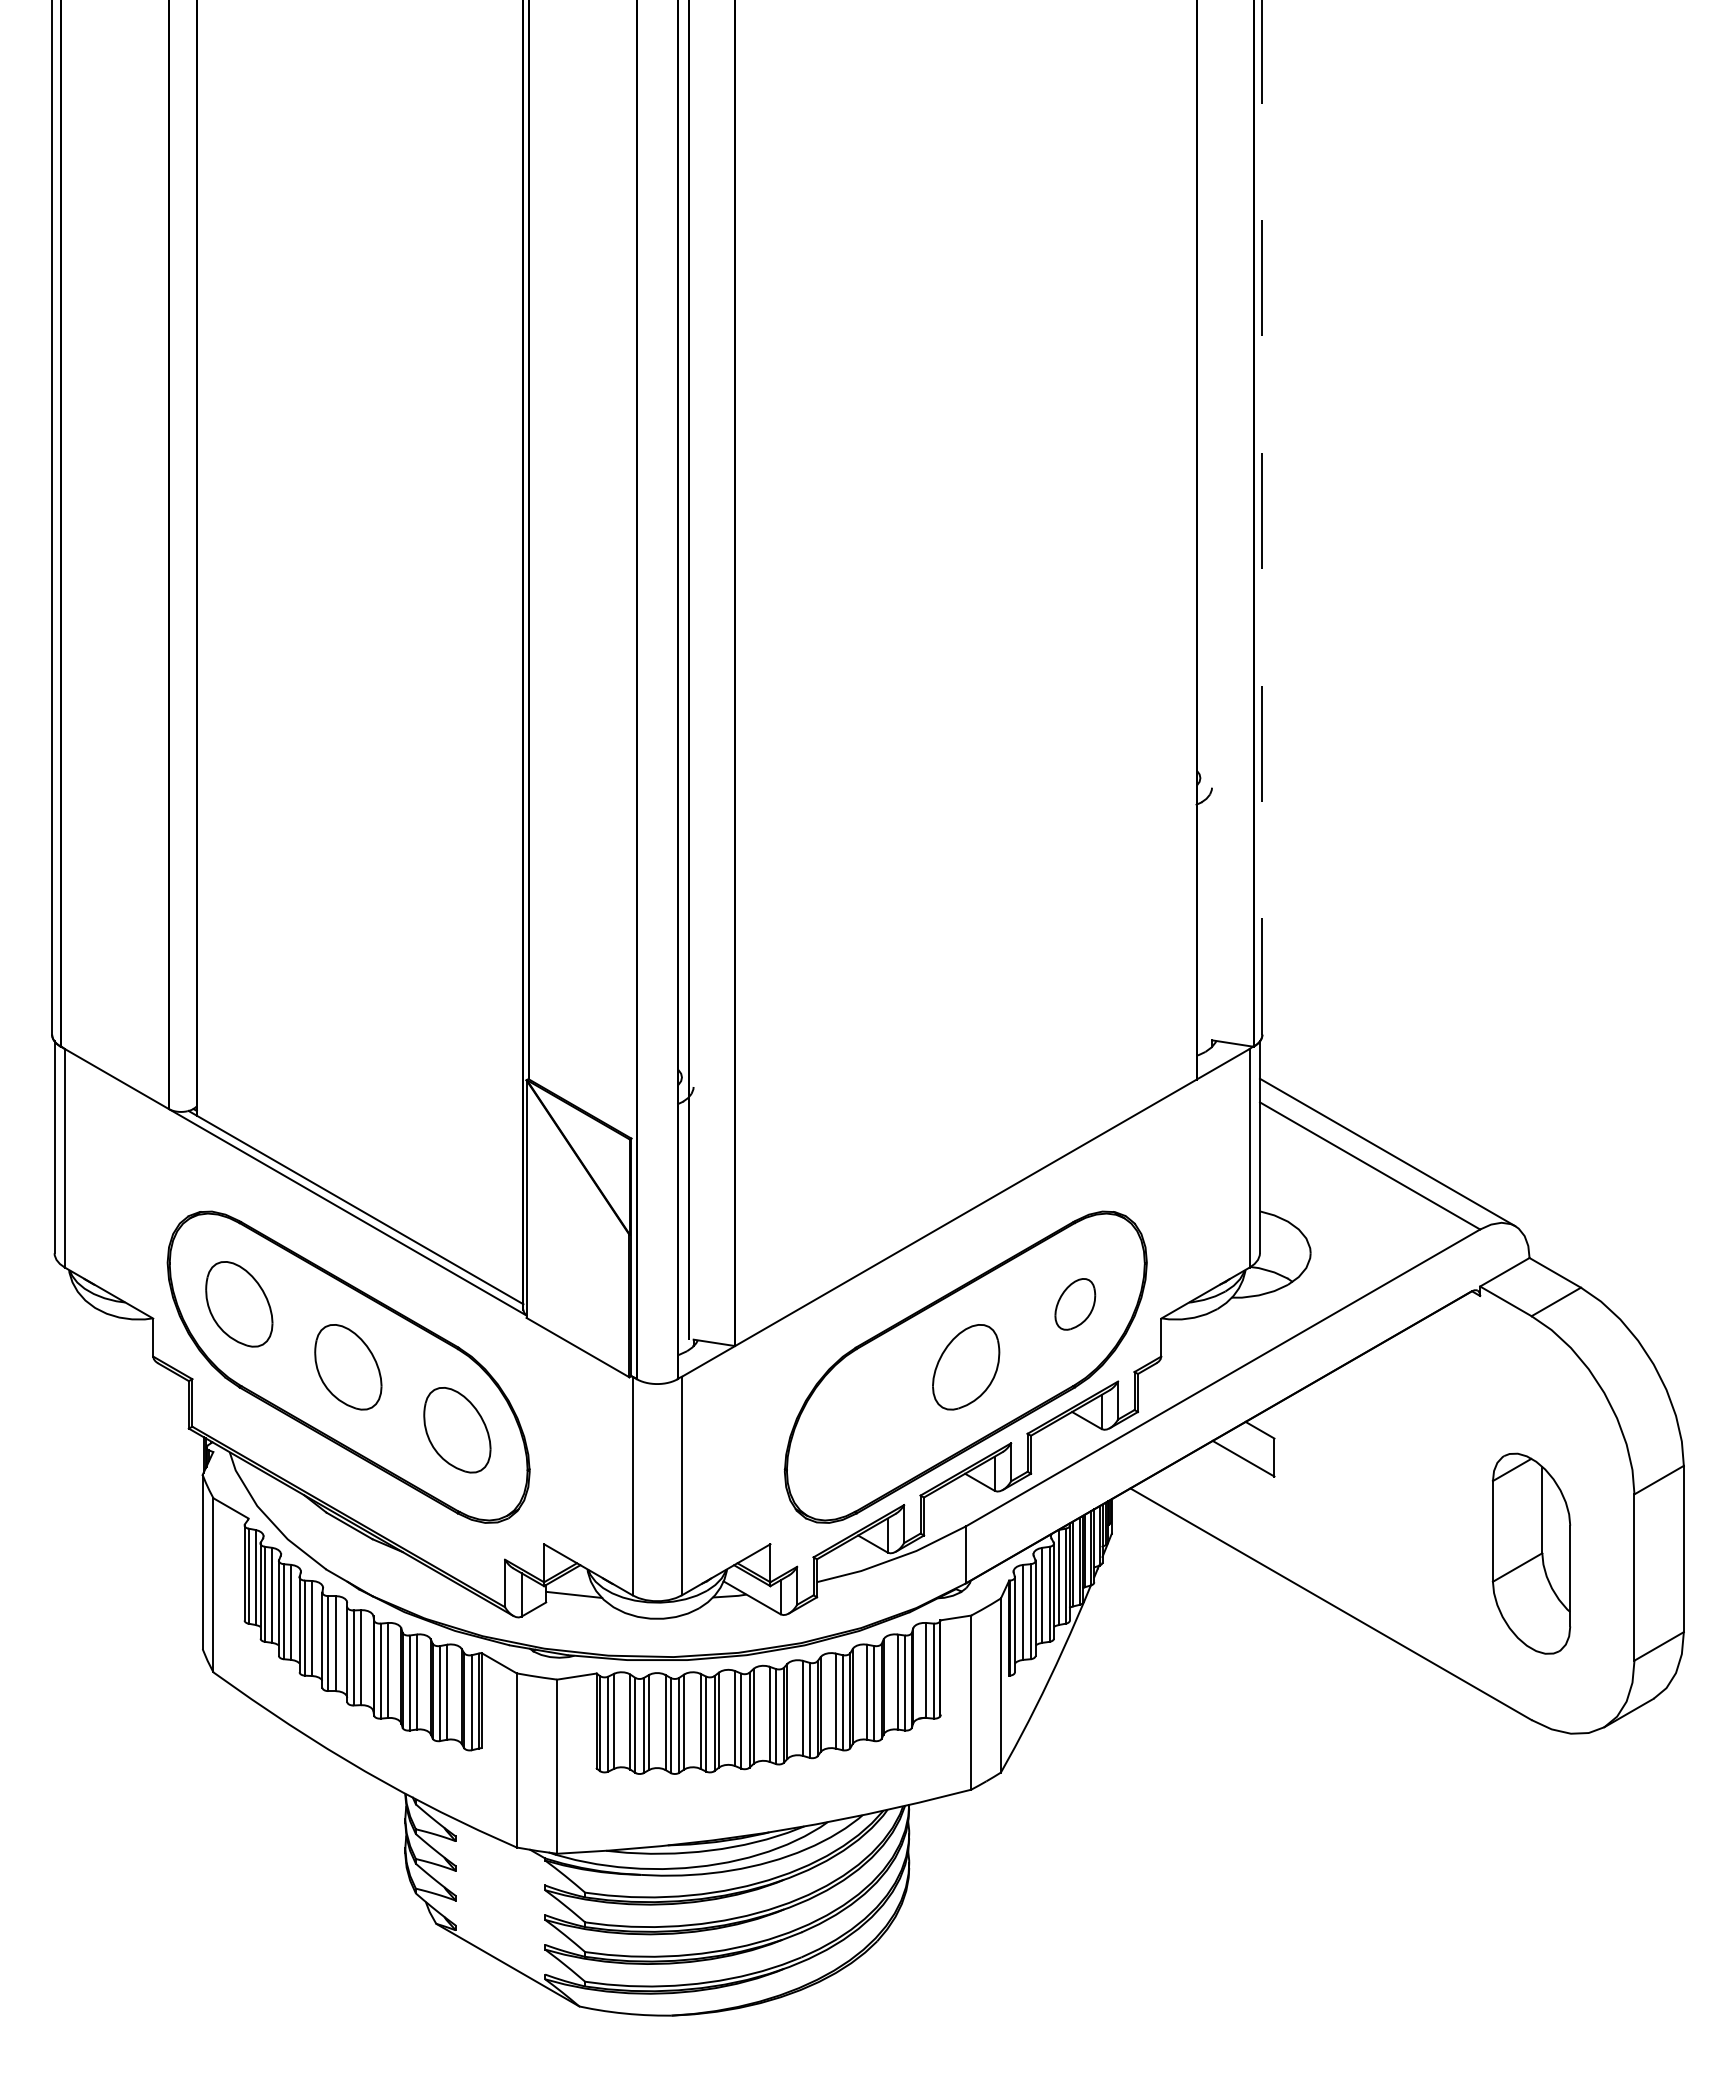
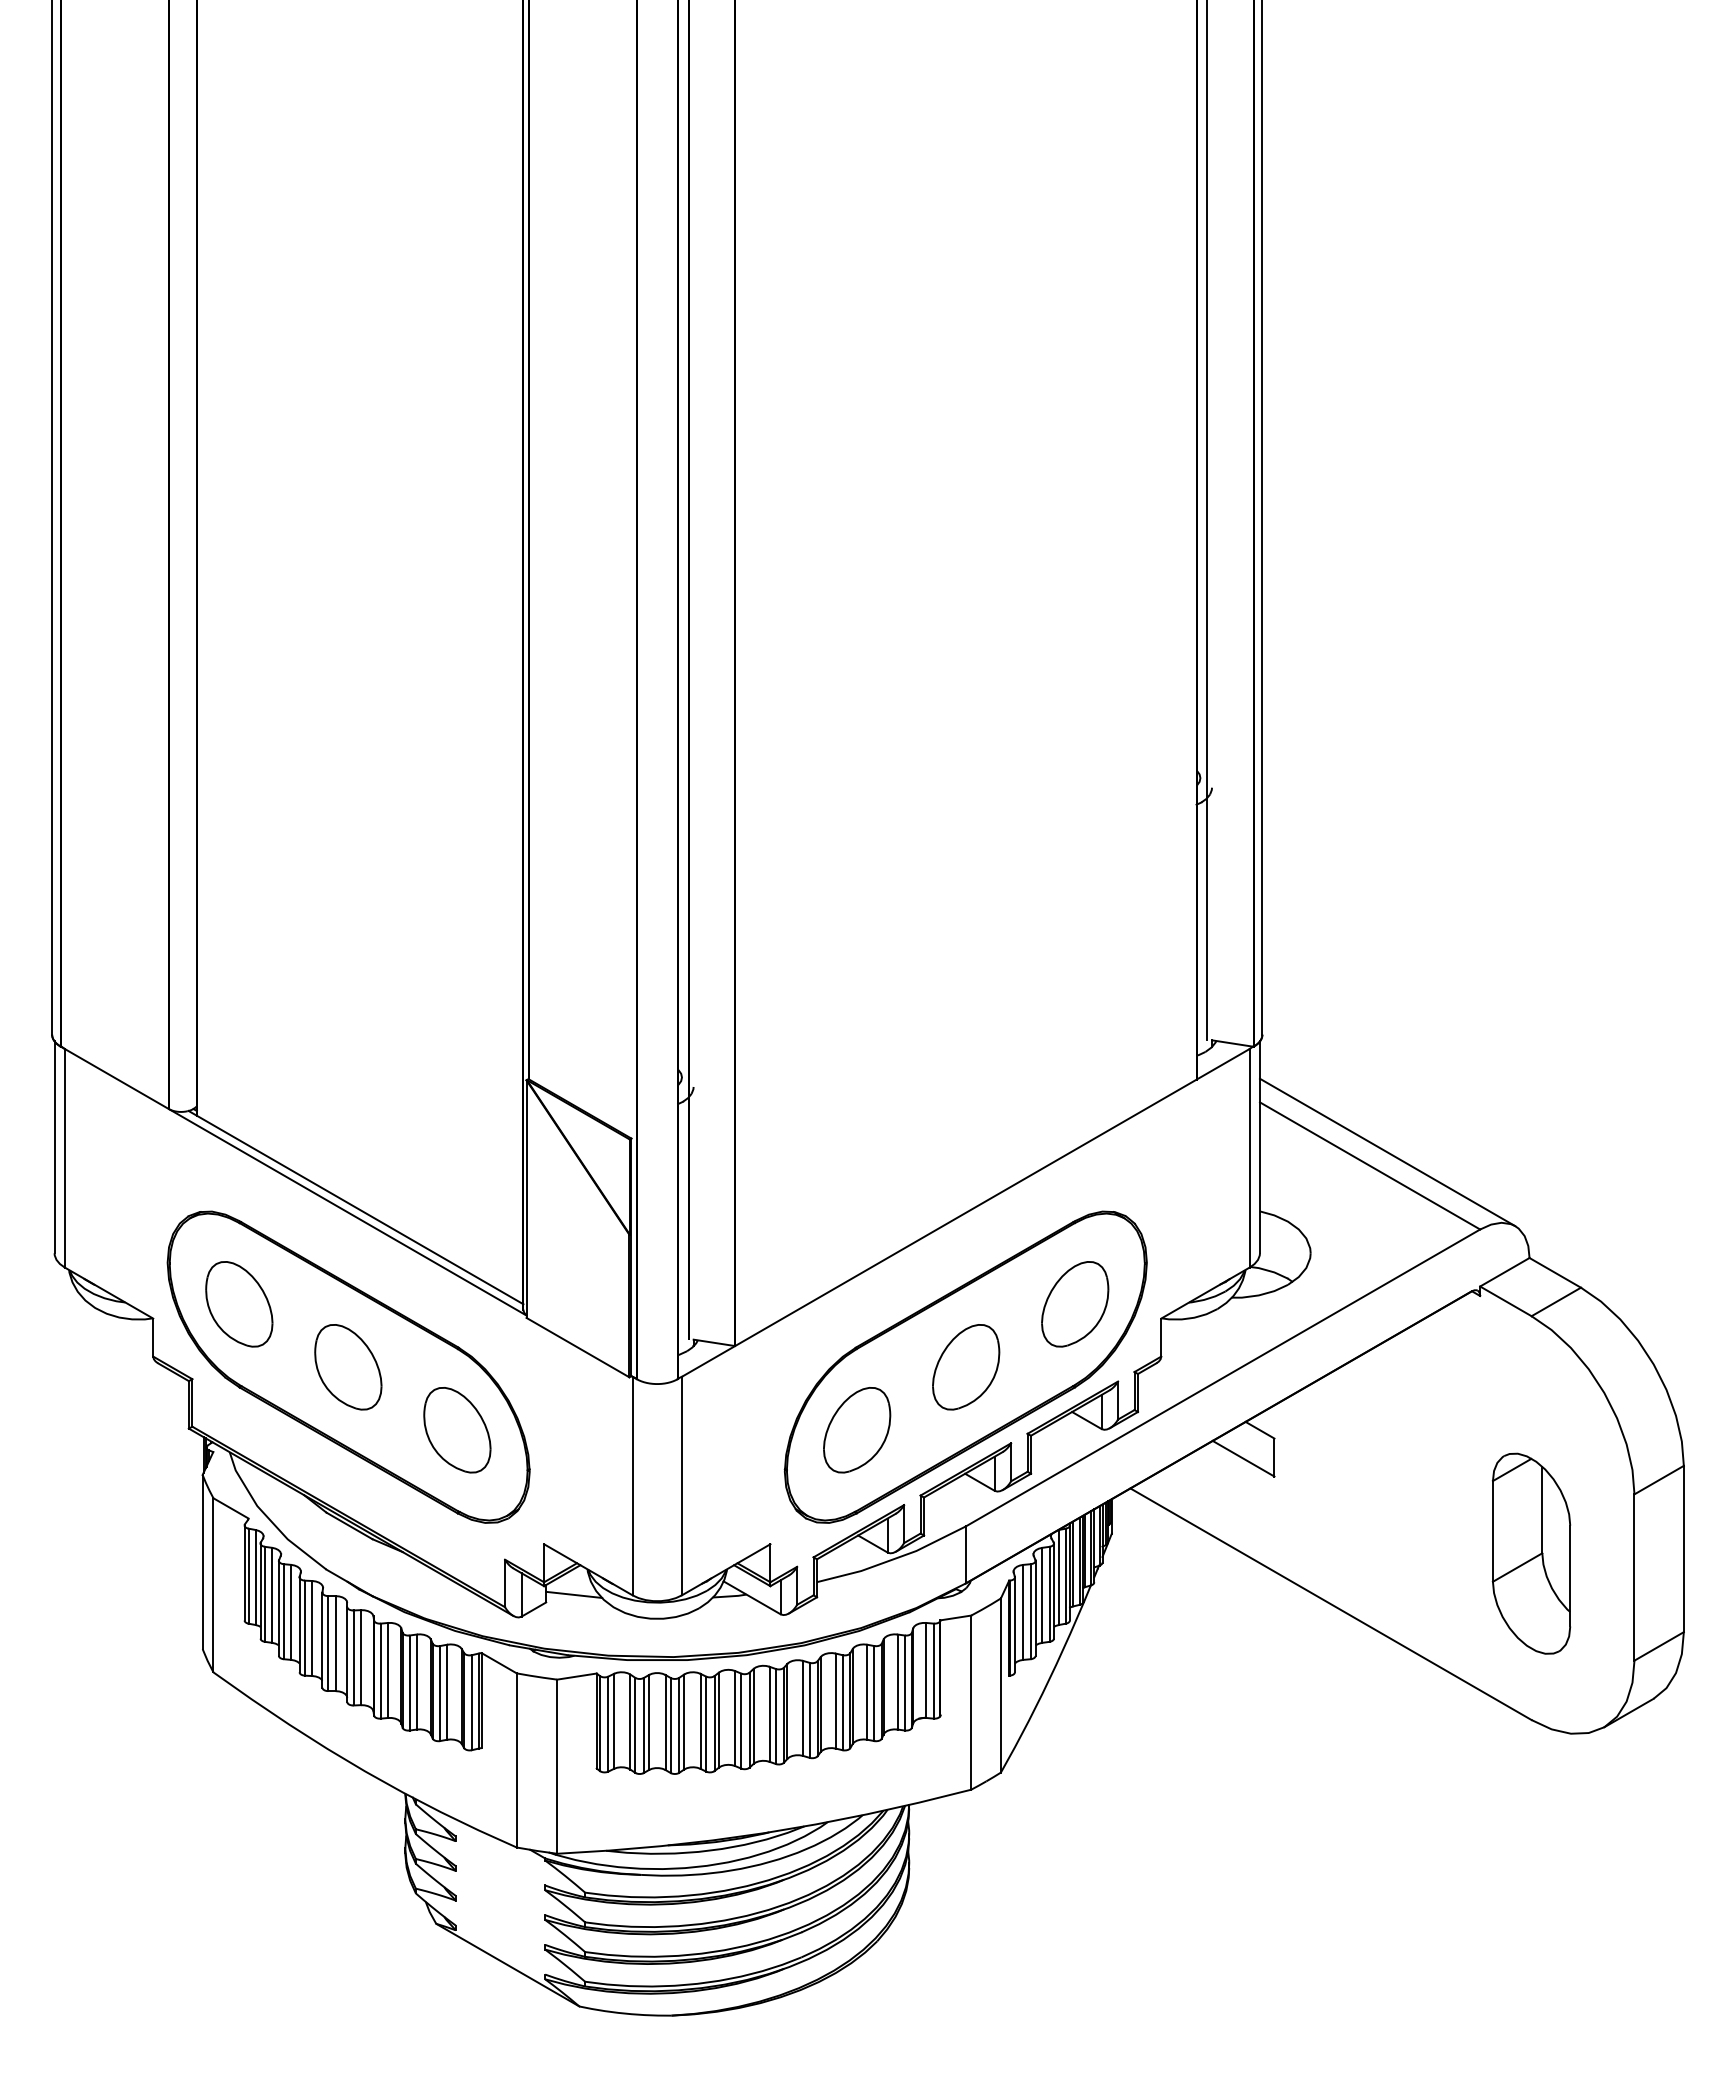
line at (1262, 517): dashed -> solid
line at (1207, 520): none -> present
part at (1075, 1304) size: 43x53 px -> 69x87 px
part at (857, 1430): none -> present
